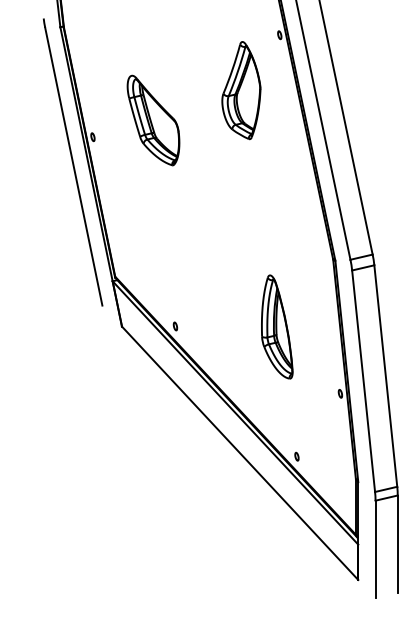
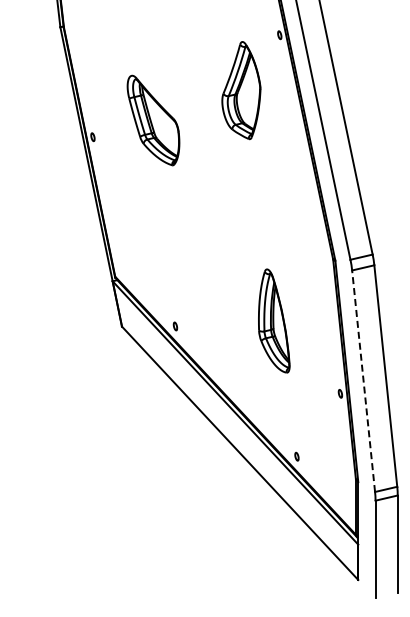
line at (73, 162): present -> none
part at (277, 326) position: (277, 326) -> (274, 320)
line at (363, 380): solid -> dashed
